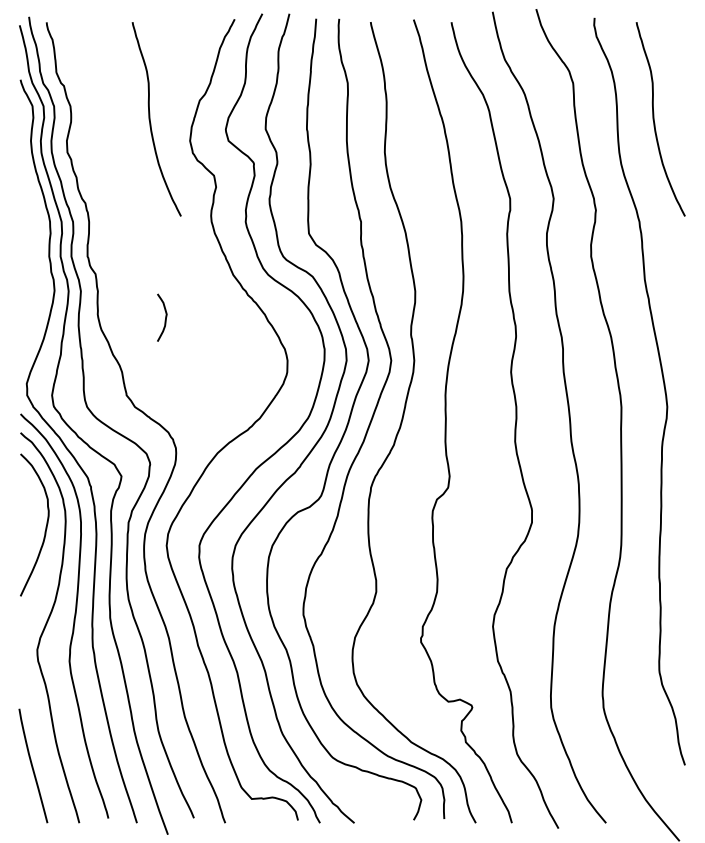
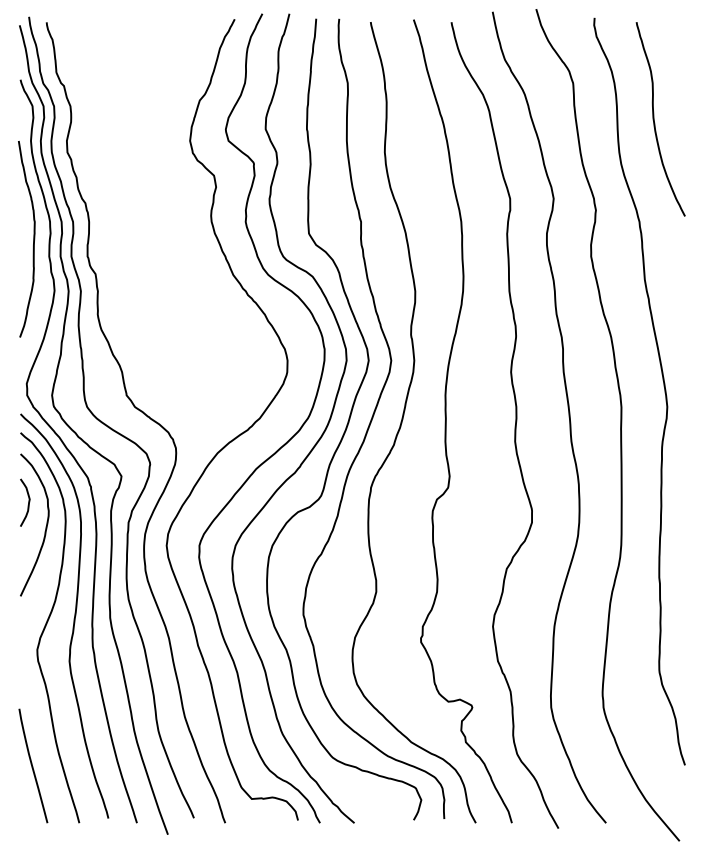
curve at (150, 119): present -> none
curve at (33, 239): none -> present
curve at (165, 317) position: (165, 317) -> (28, 502)
